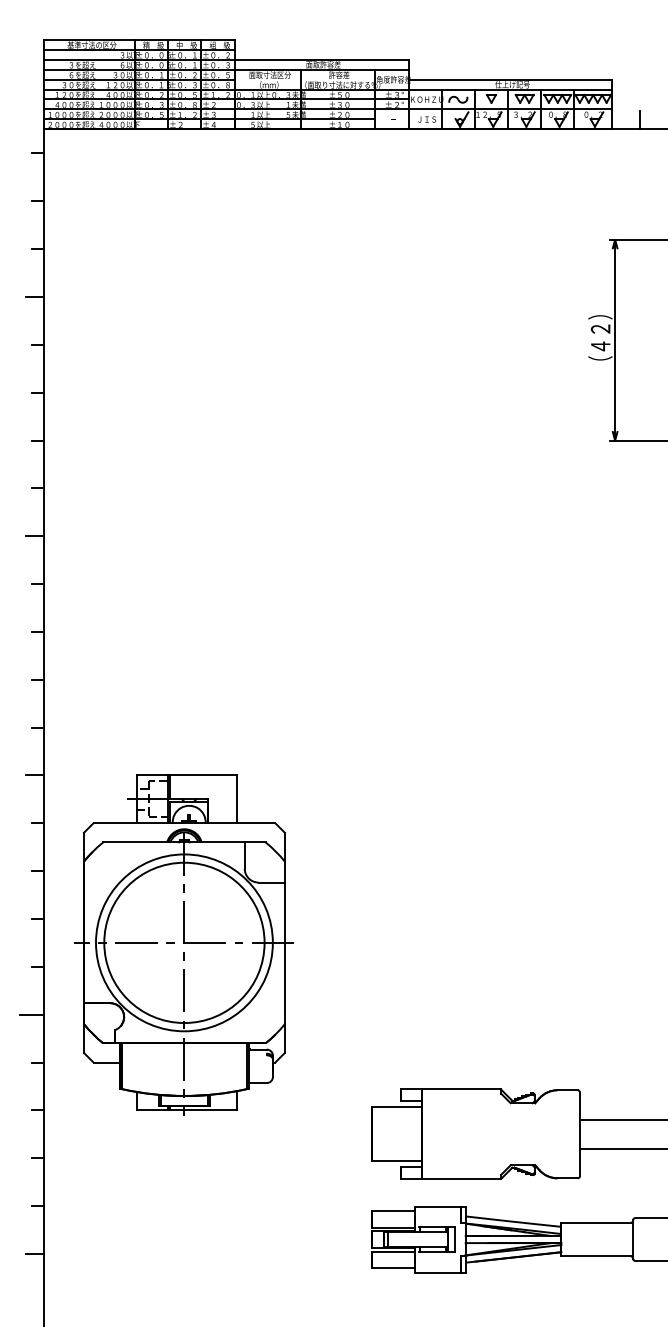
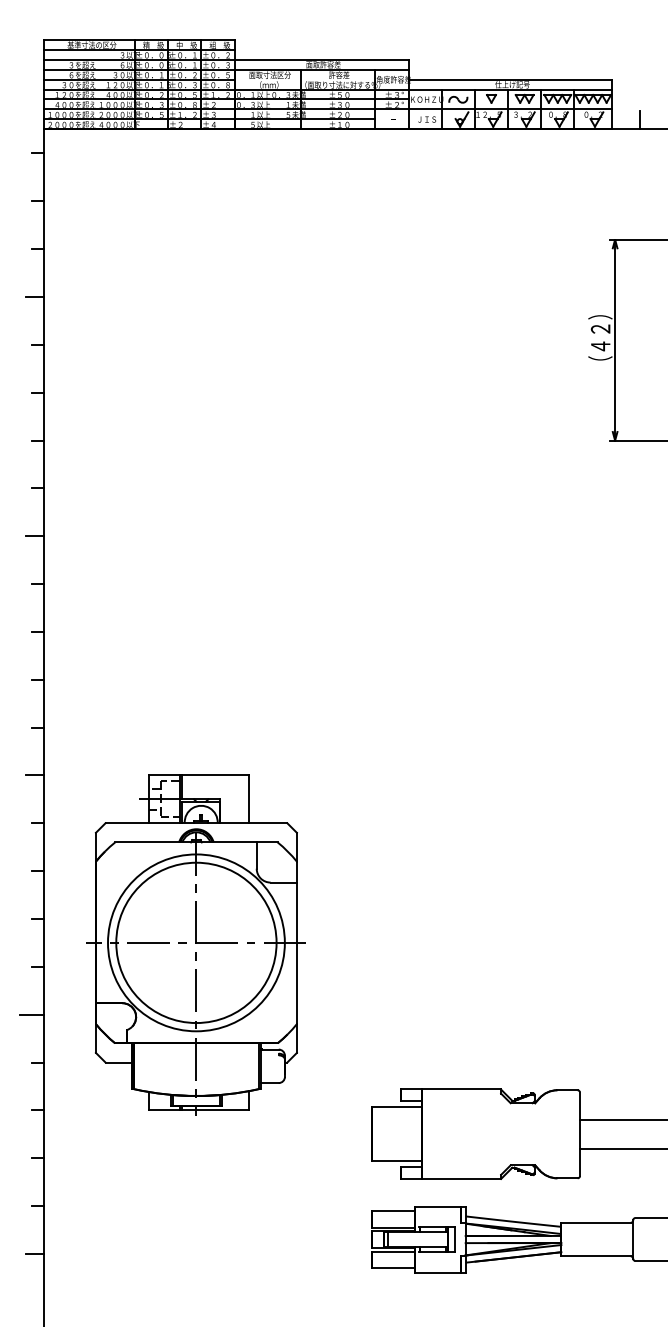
part at (183, 944) position: (183, 944) -> (195, 944)
